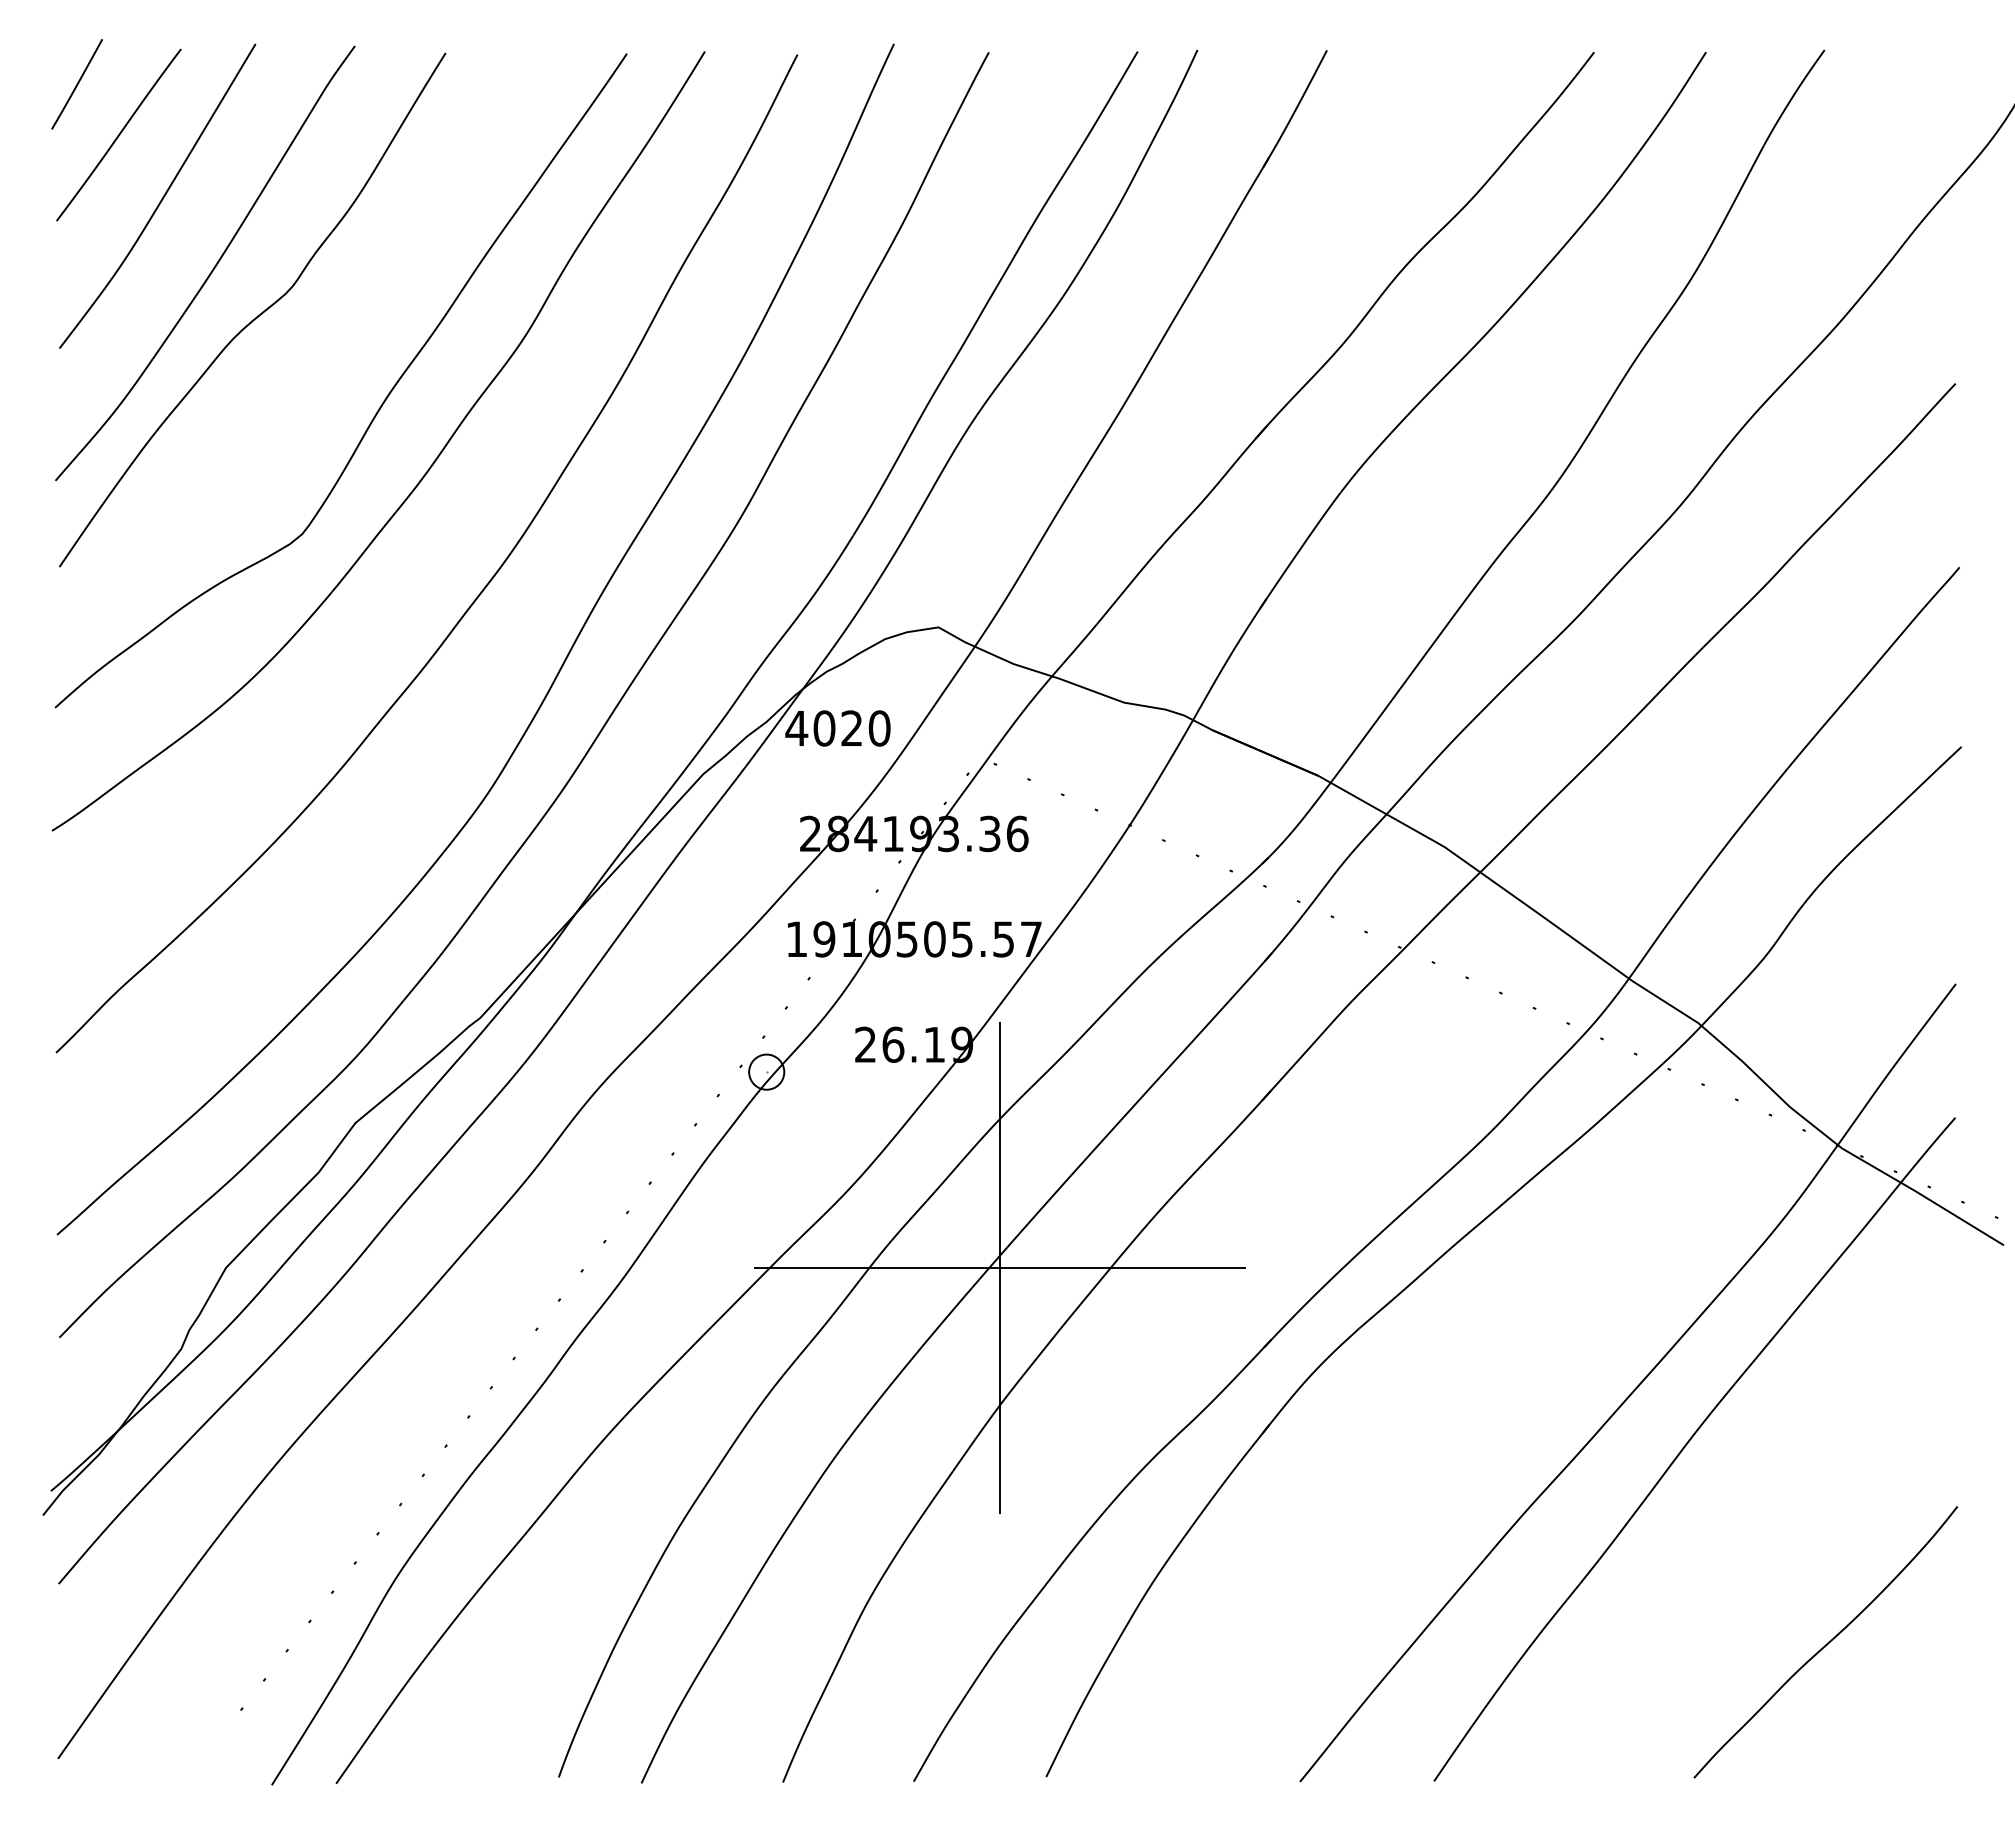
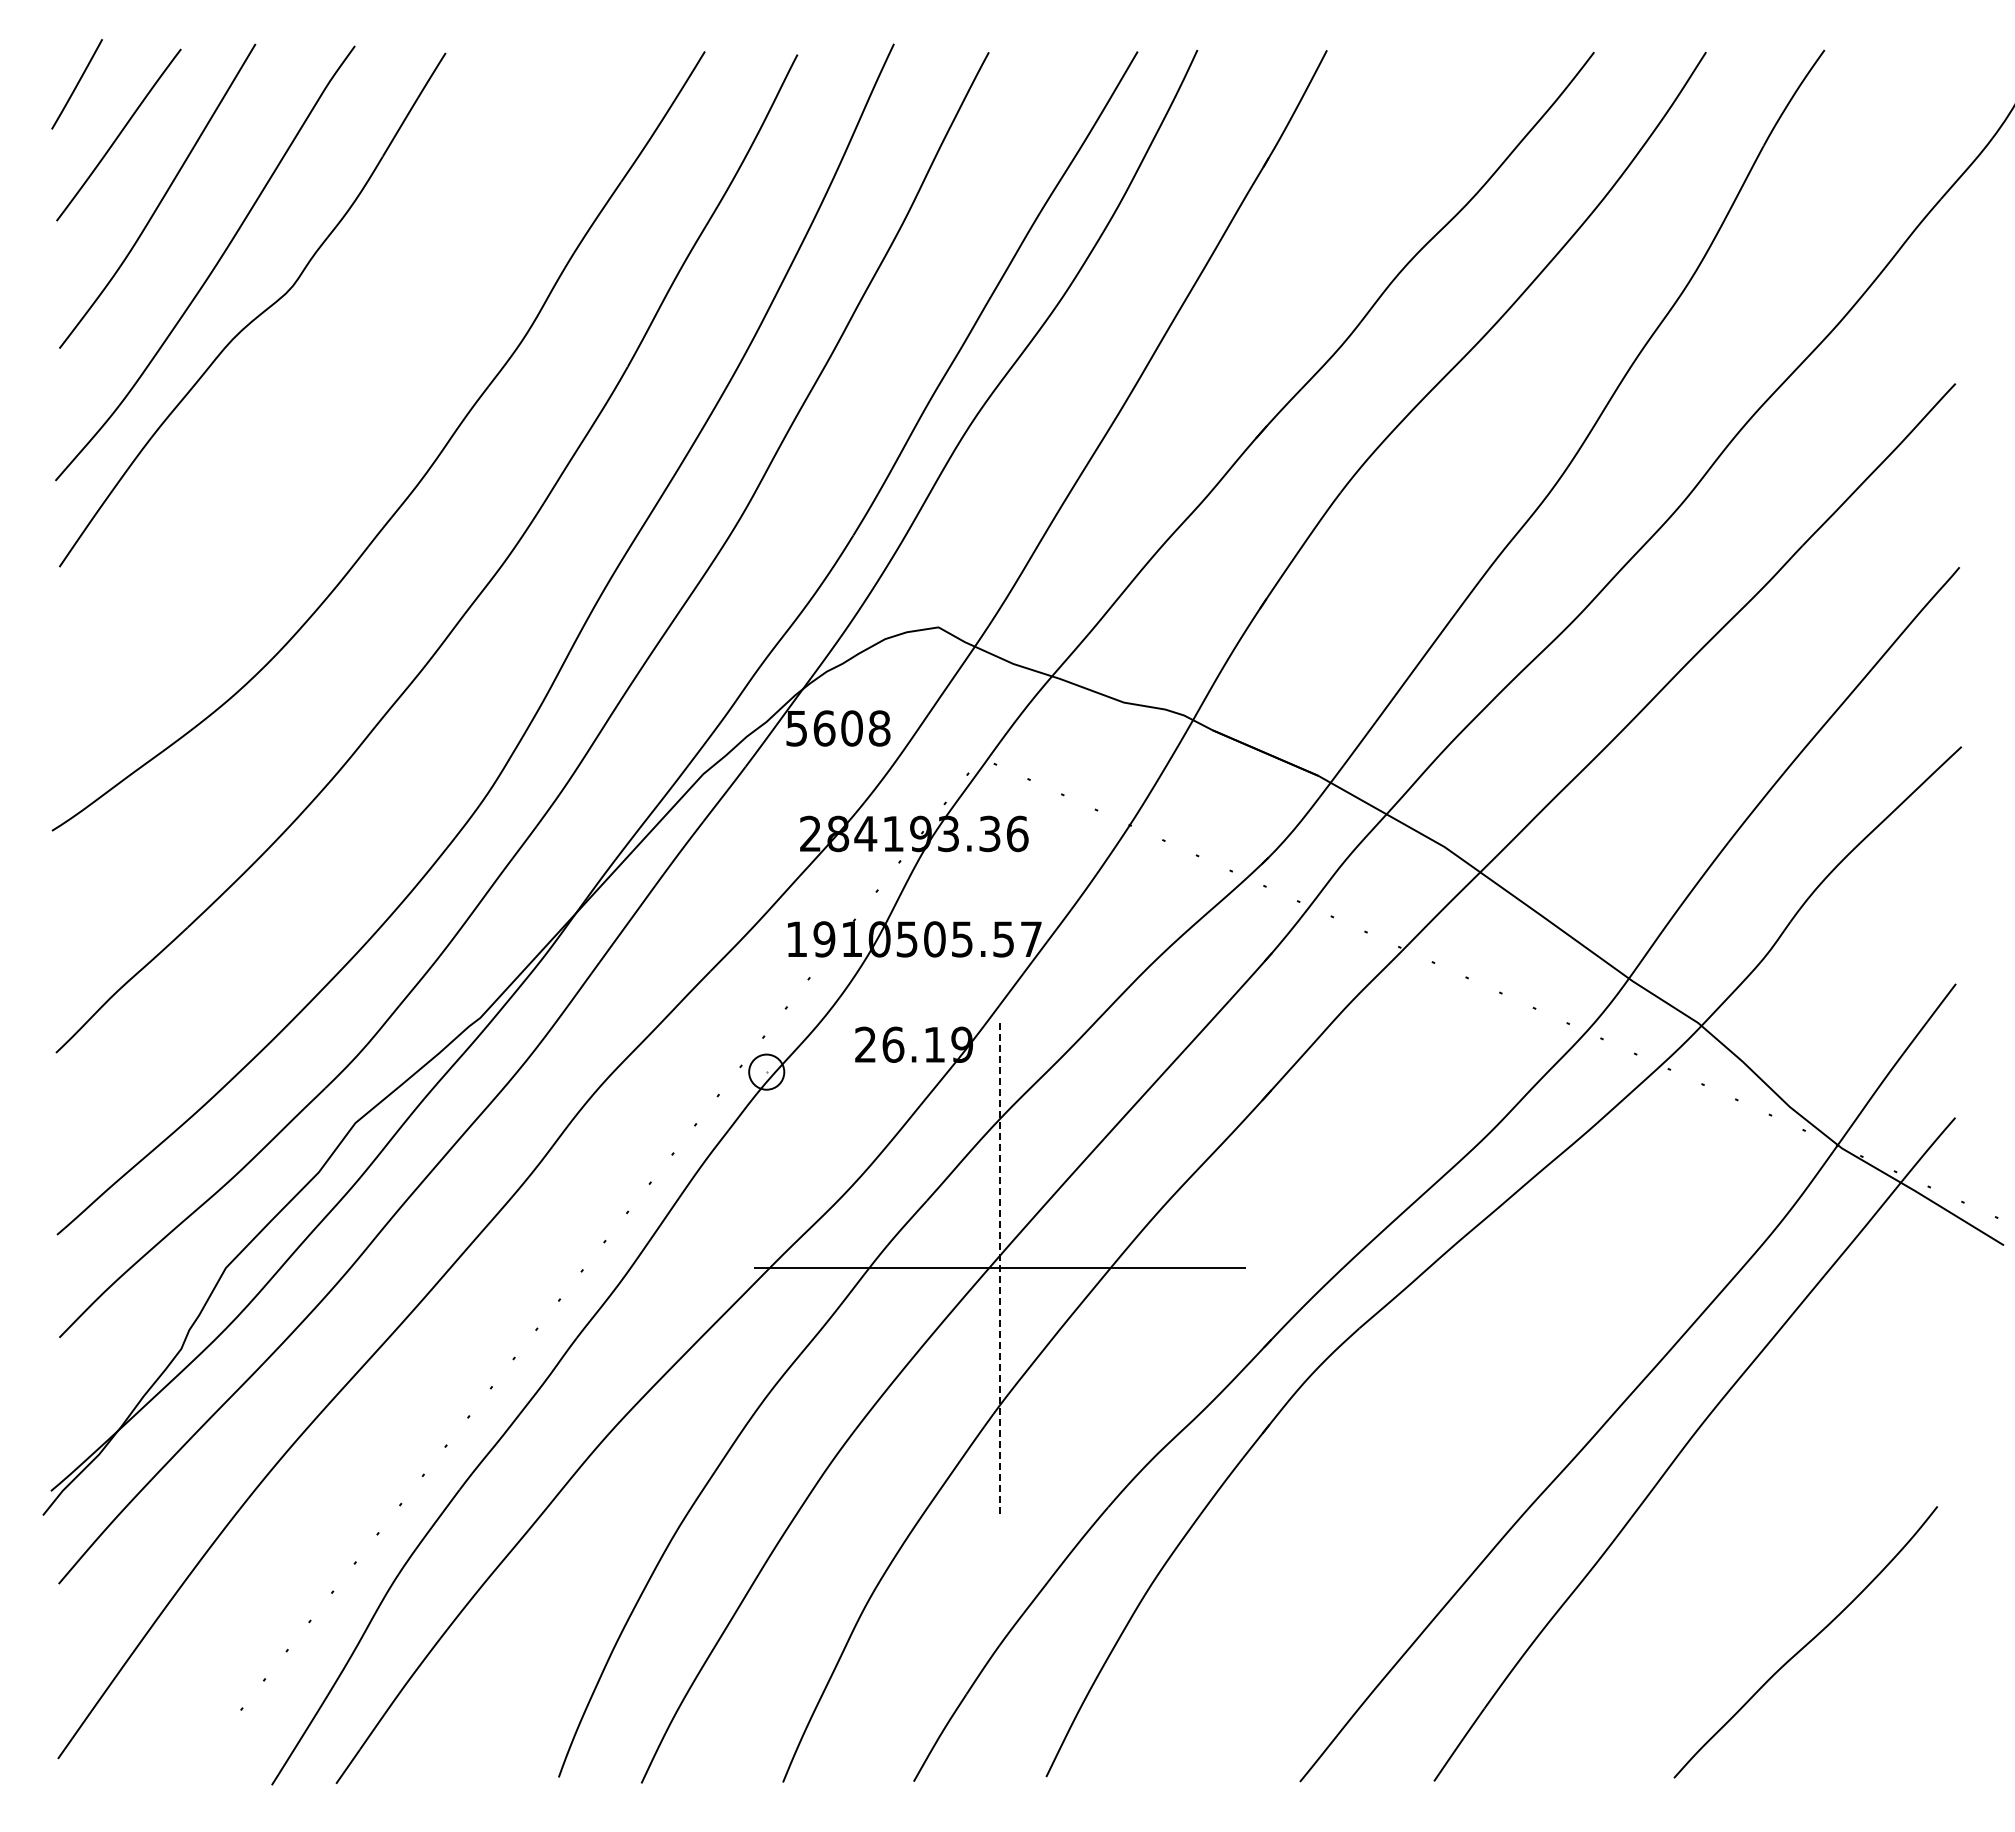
part at (380, 405): present -> none
text at (837, 728): 4020 -> 5608
line at (1000, 1267): solid -> dashed
curve at (1826, 1643) position: (1826, 1643) -> (1806, 1643)
